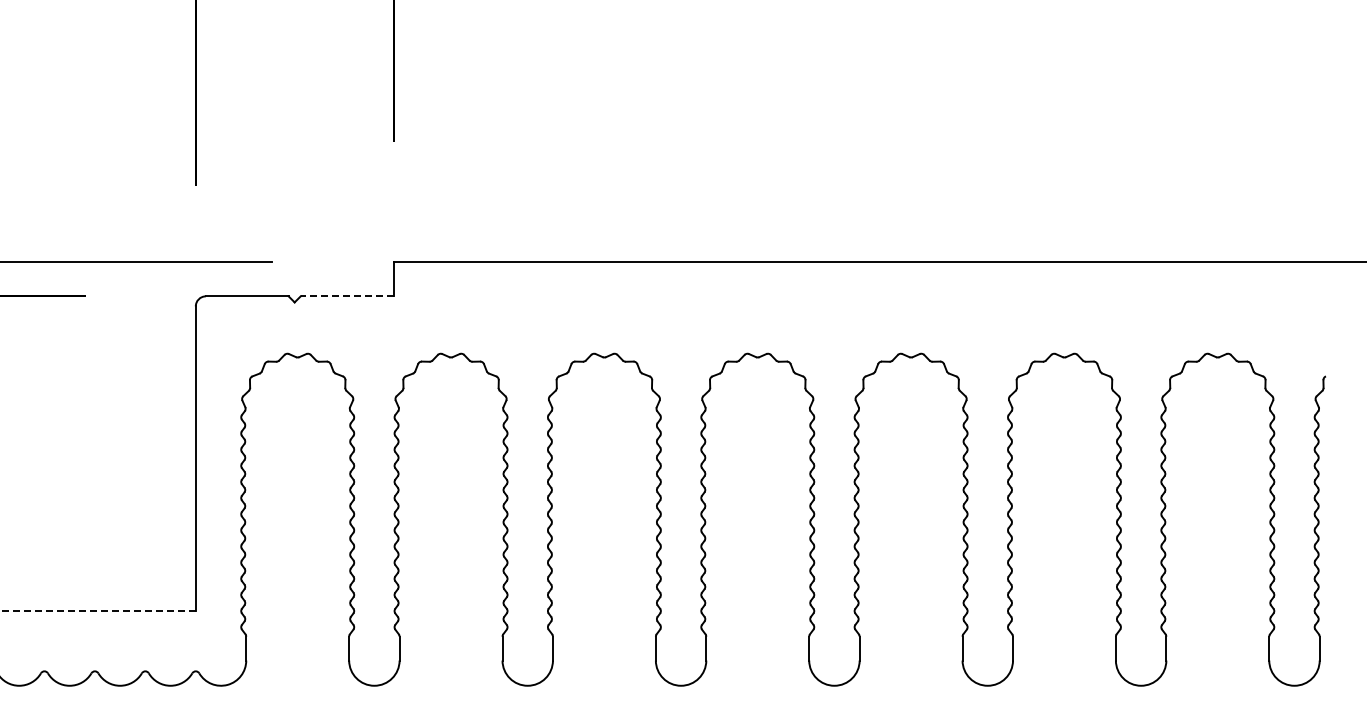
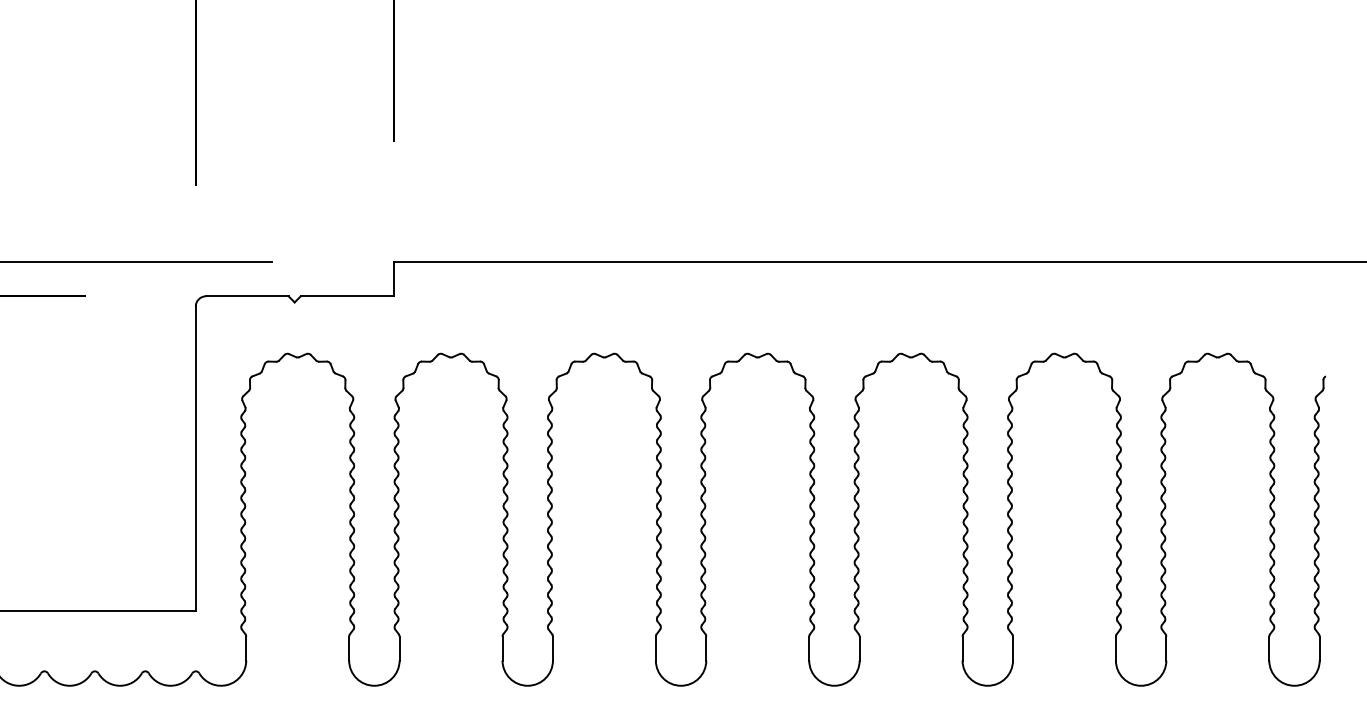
line at (346, 296): dashed -> solid
line at (98, 611): dashed -> solid
